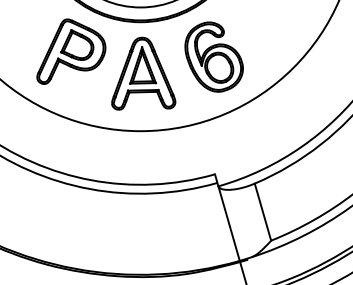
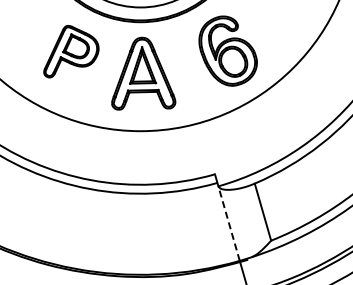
part at (71, 51) size: 71x67 px -> 57x54 px
part at (213, 56) position: (213, 56) -> (227, 50)
line at (229, 223): solid -> dashed
